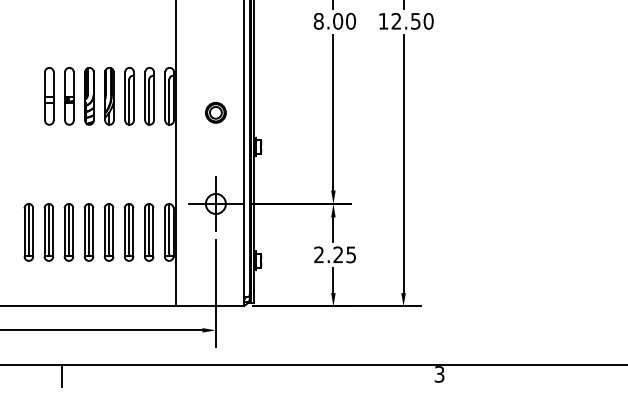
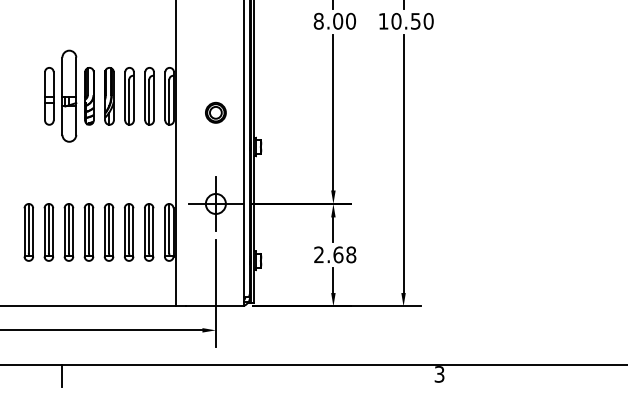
text at (396, 21): 12.50 -> 10.50
part at (69, 96) size: 11x59 px -> 17x94 px
text at (344, 254): 2.25 -> 2.68
